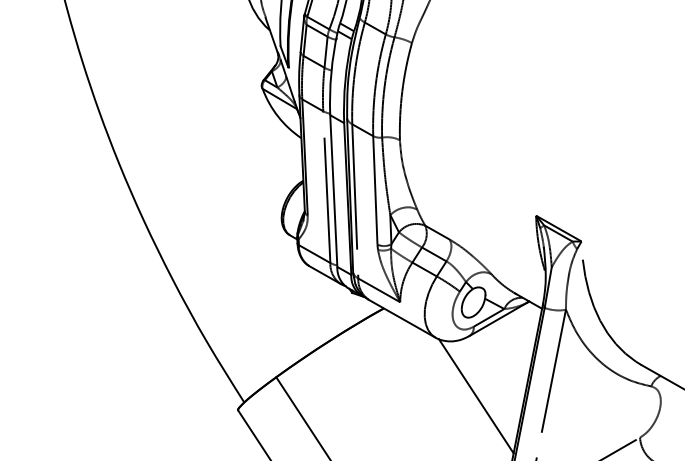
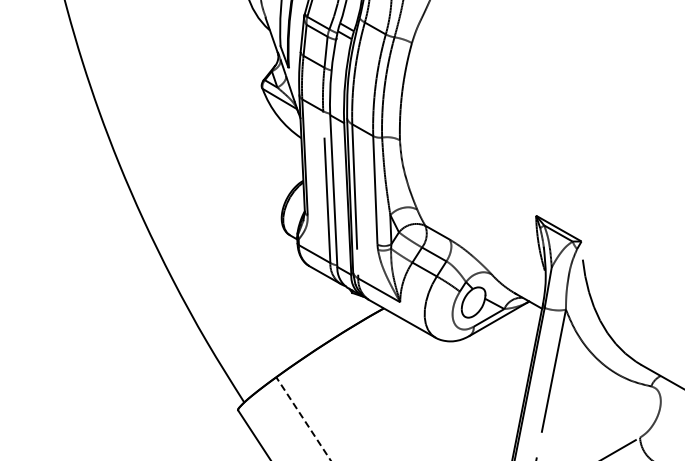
line at (475, 396): present -> none
line at (303, 419): solid -> dashed
